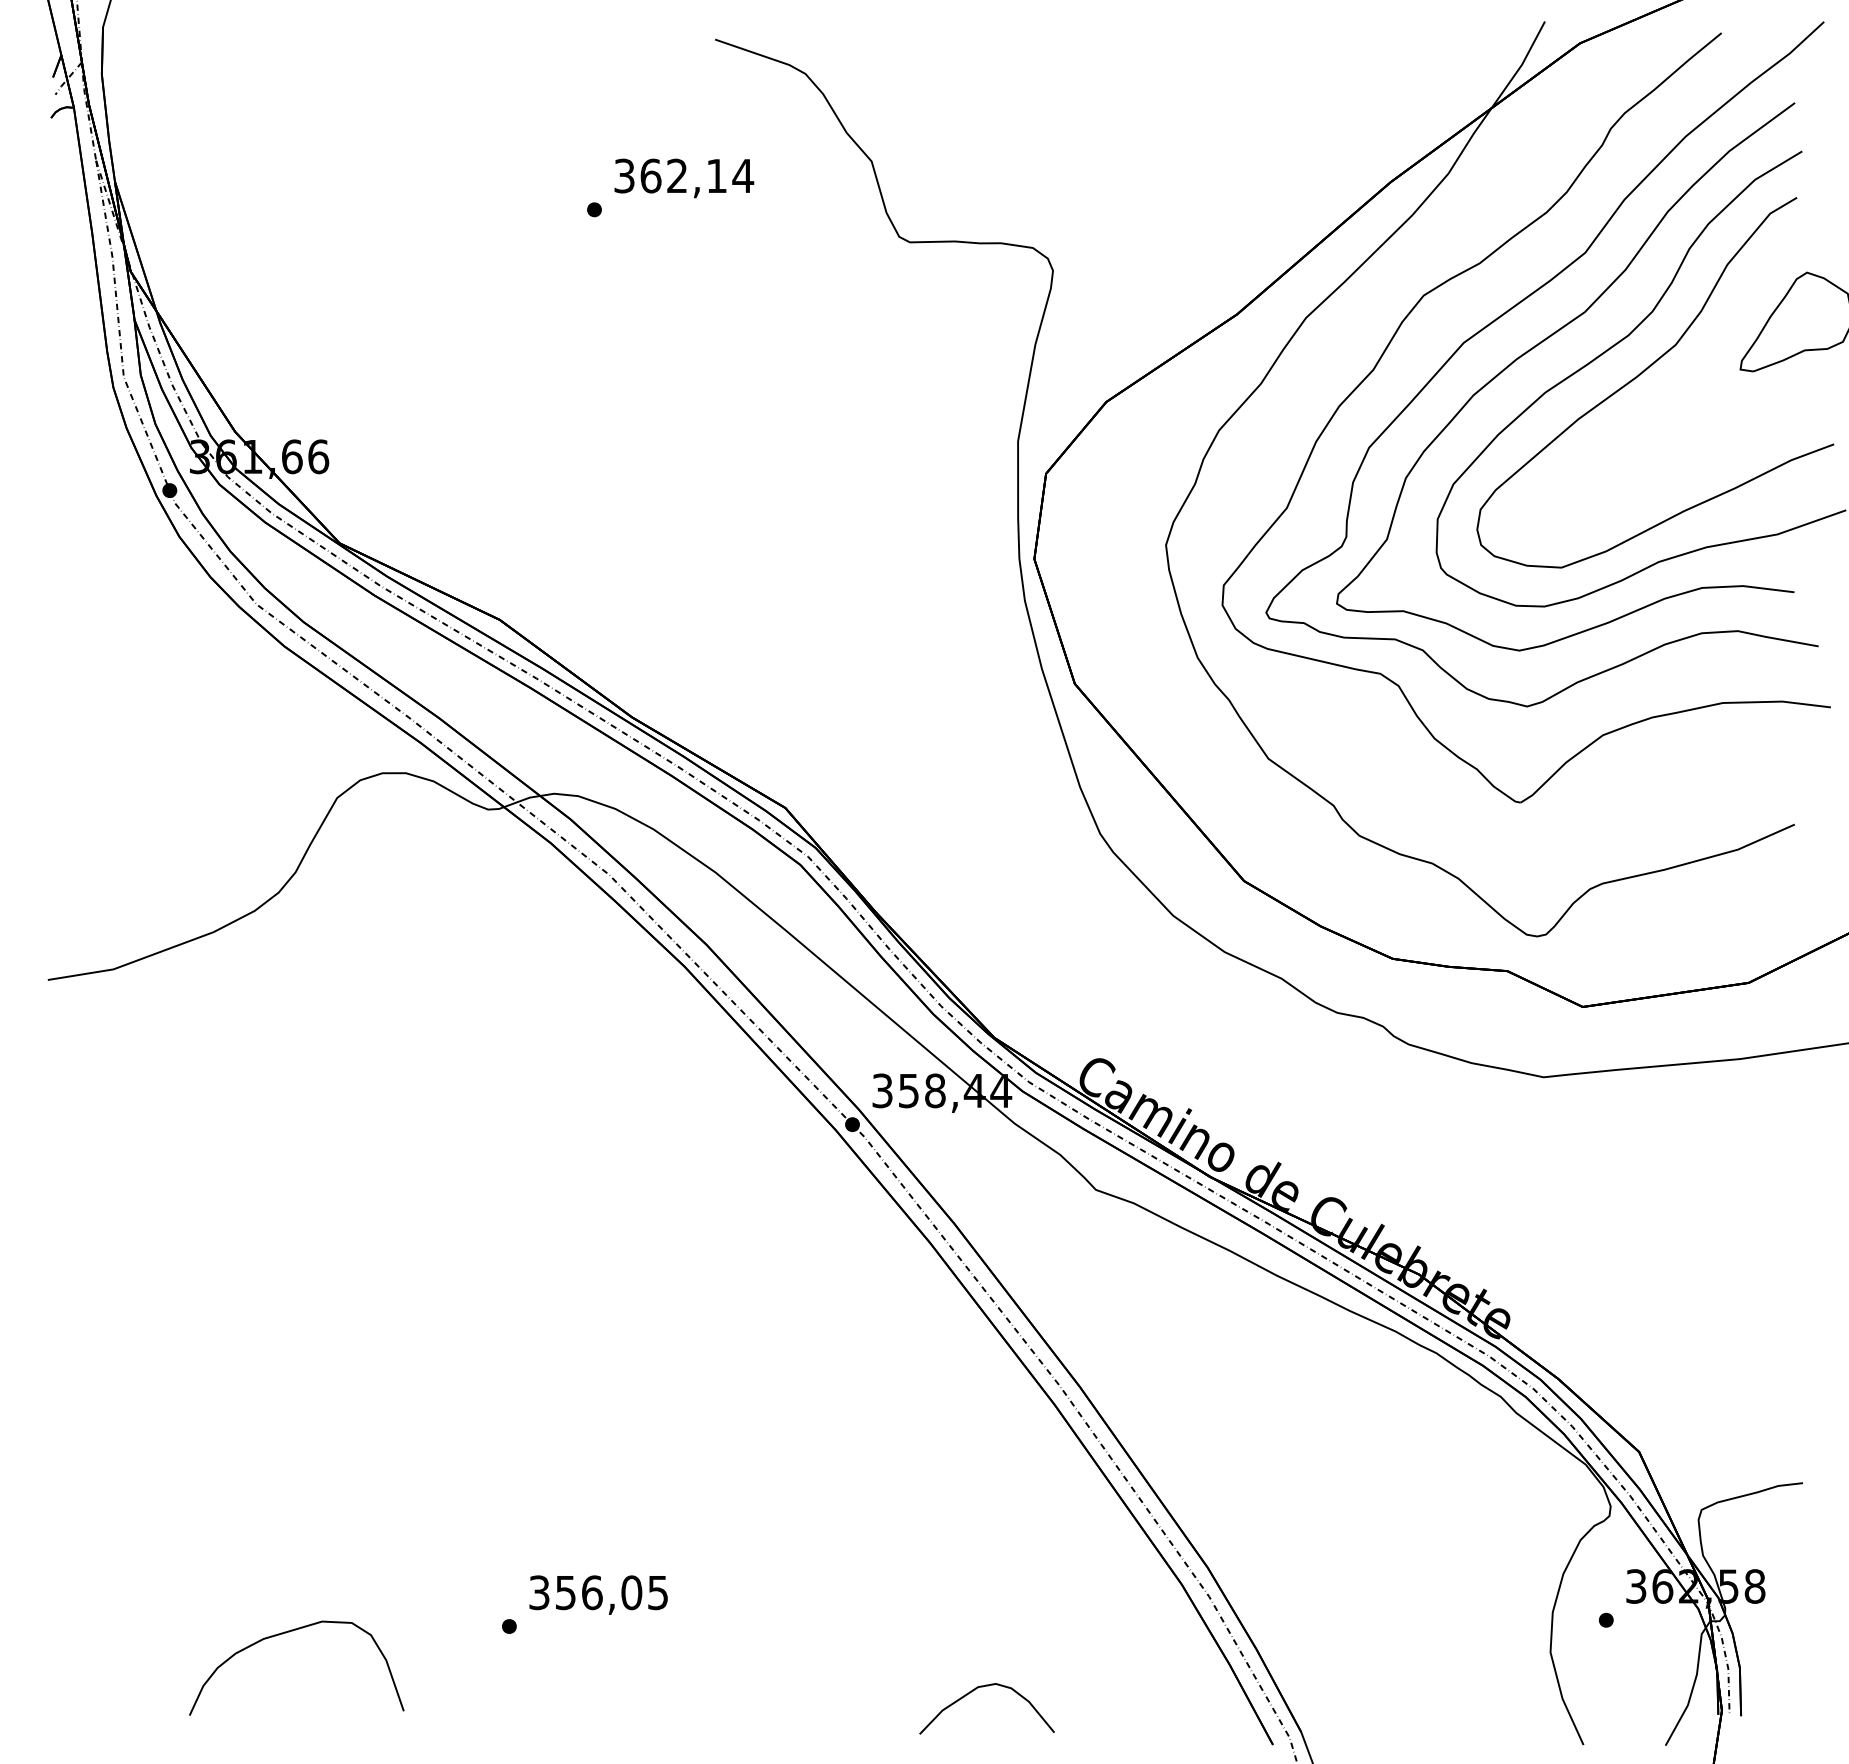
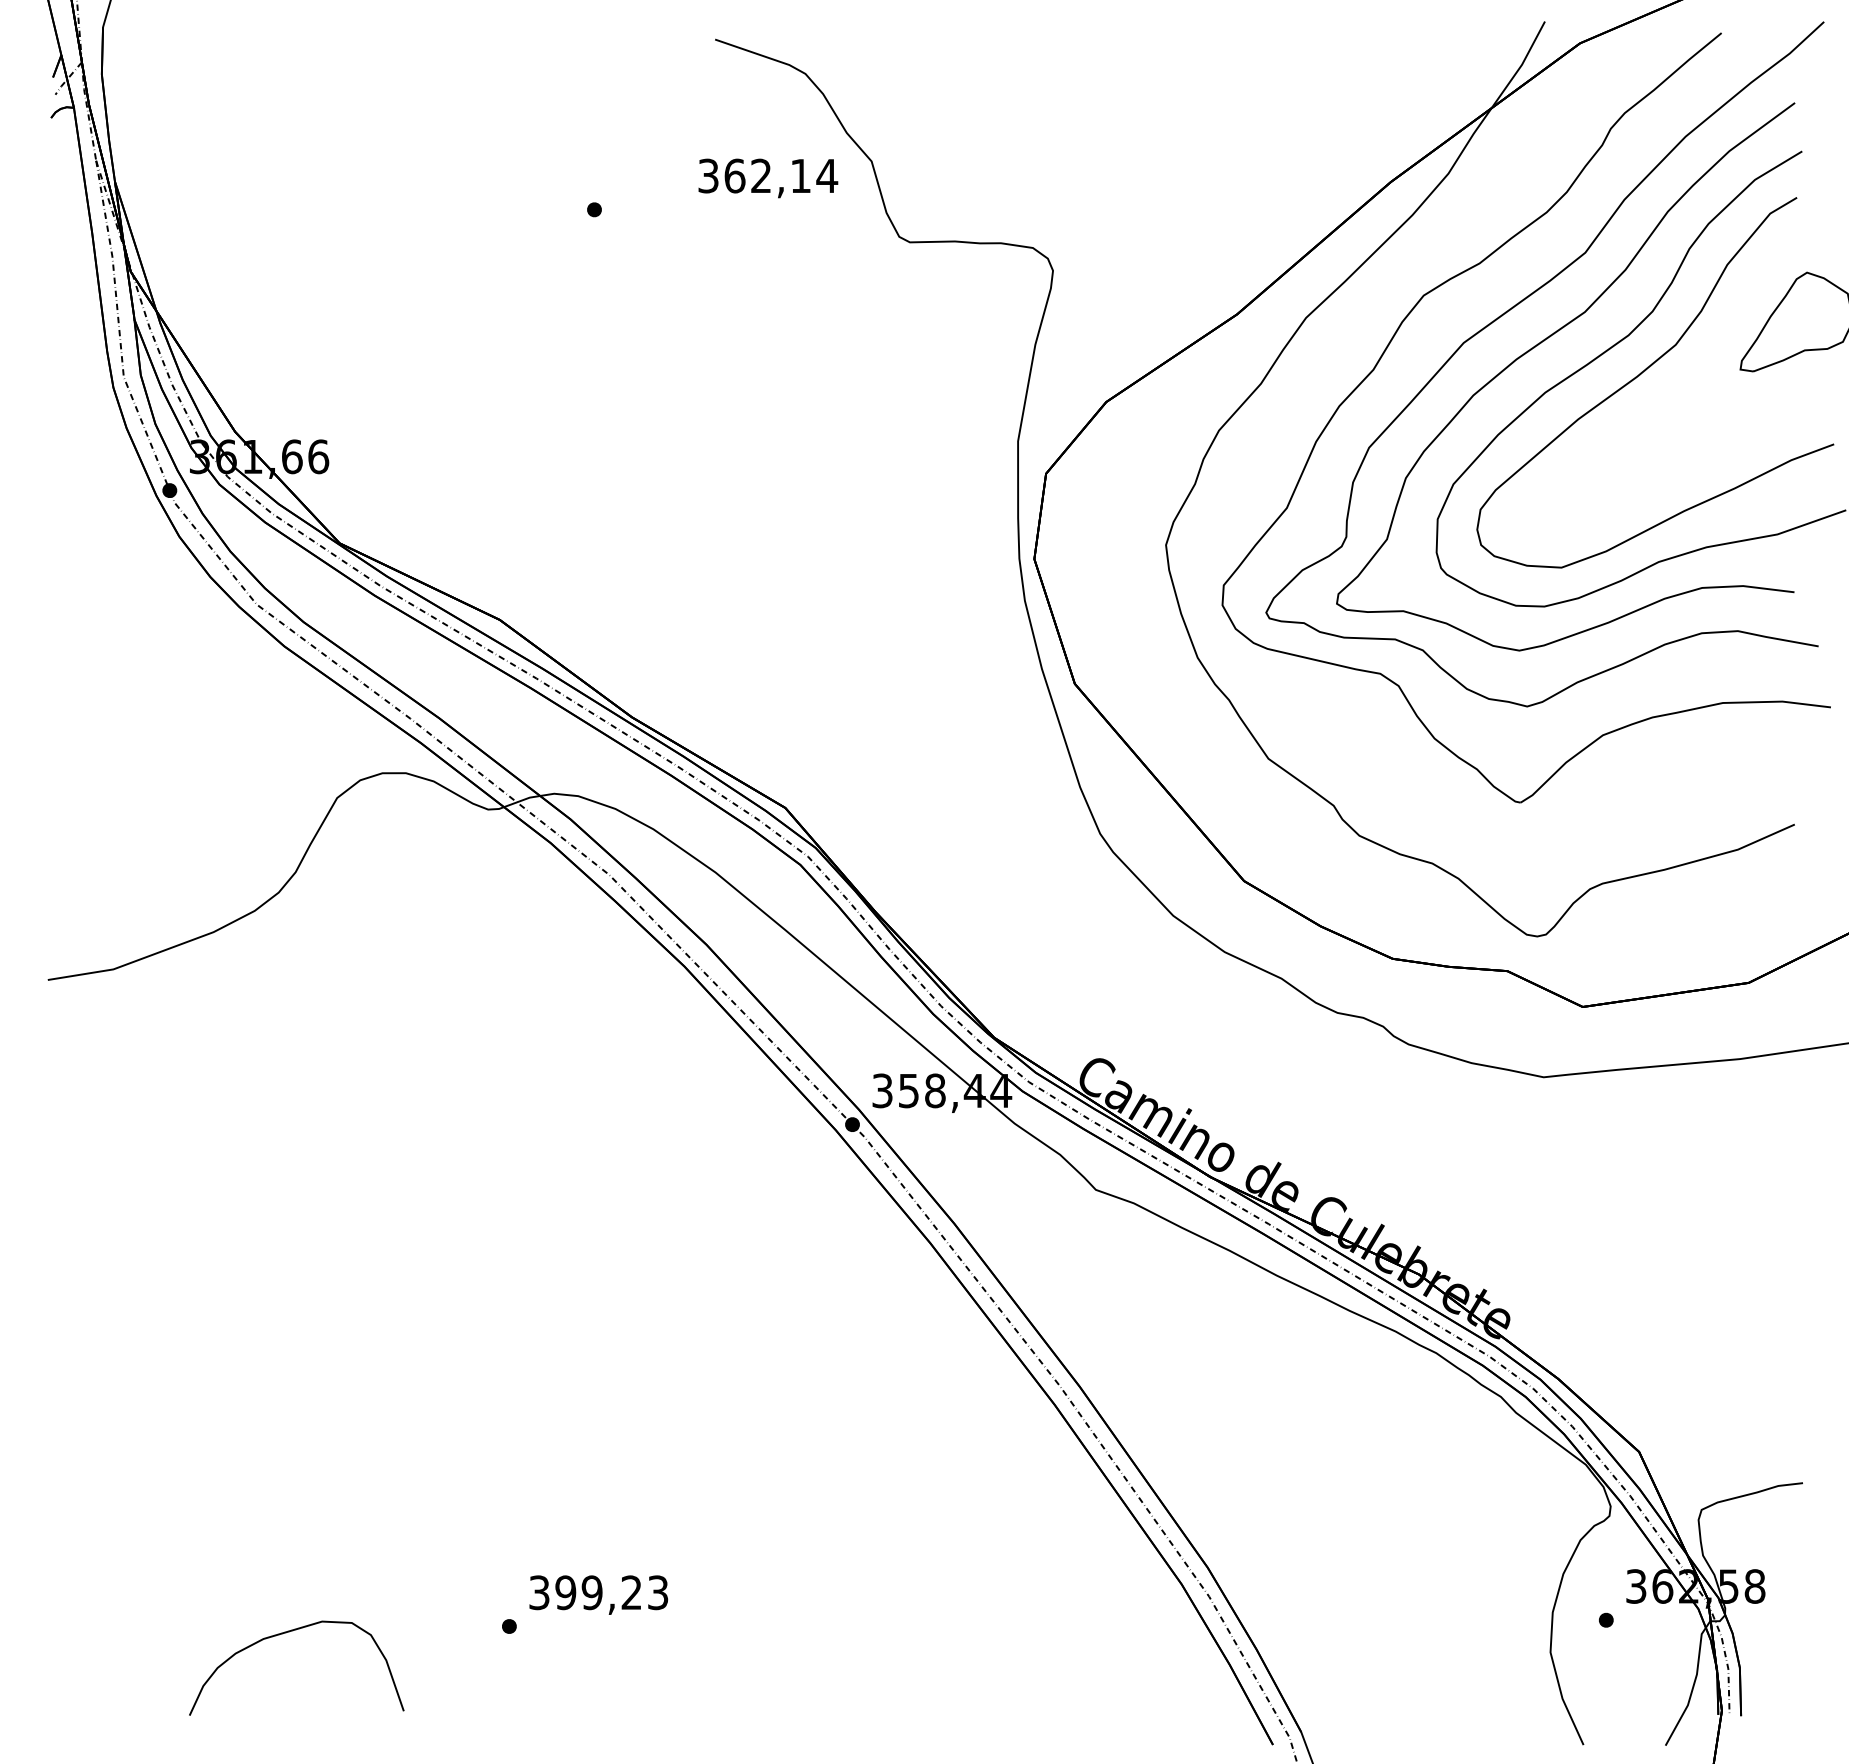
text at (684, 178) position: (684, 178) -> (768, 178)
text at (611, 1592): 356,05 -> 399,23
curve at (983, 1687): present -> none
